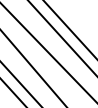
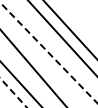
line at (49, 53): solid -> dashed
line at (14, 93): solid -> dashed
